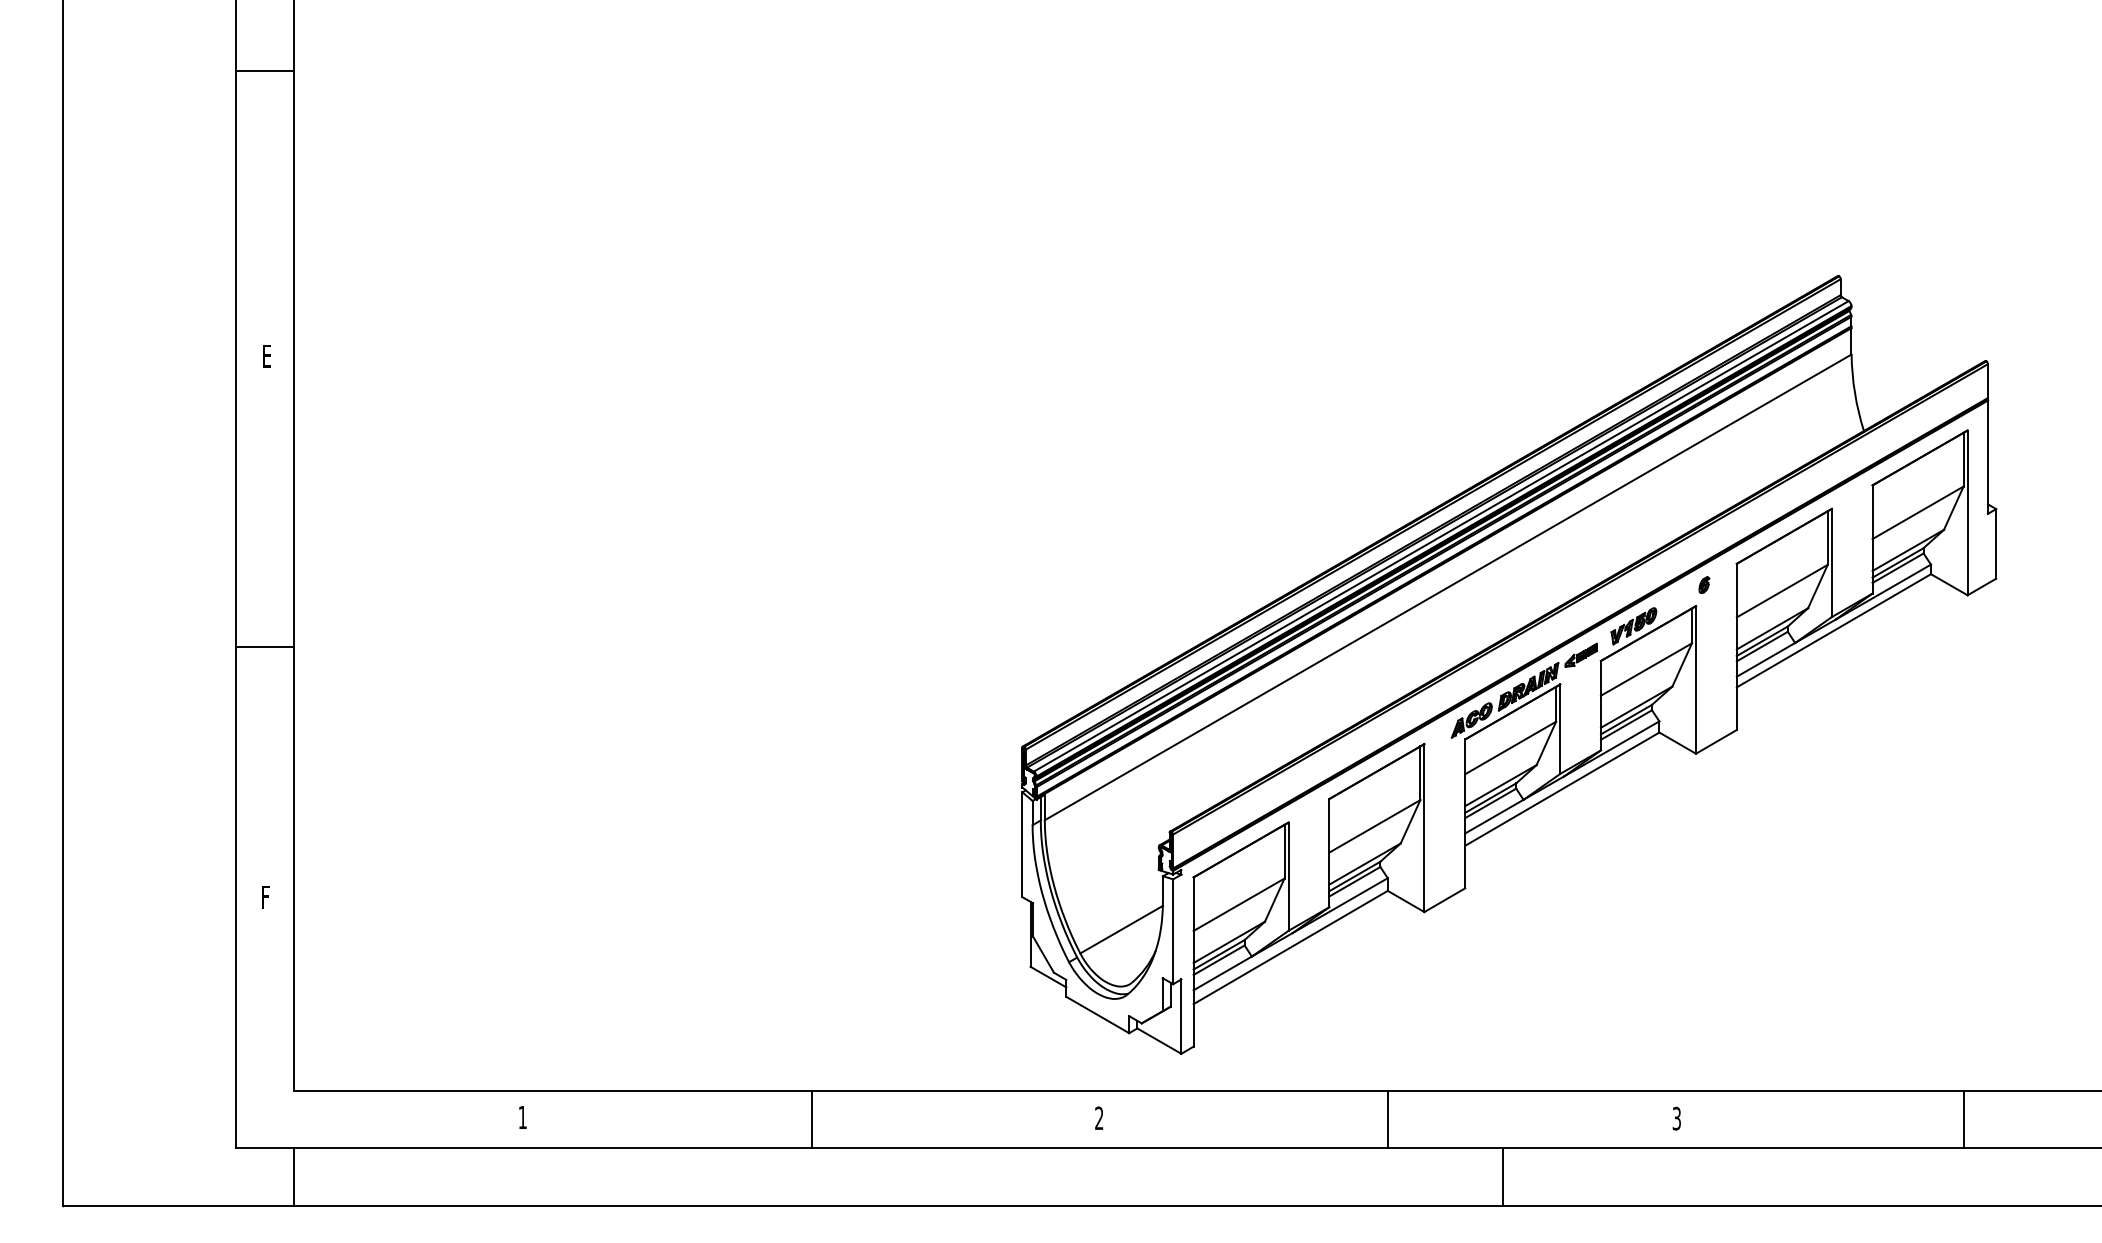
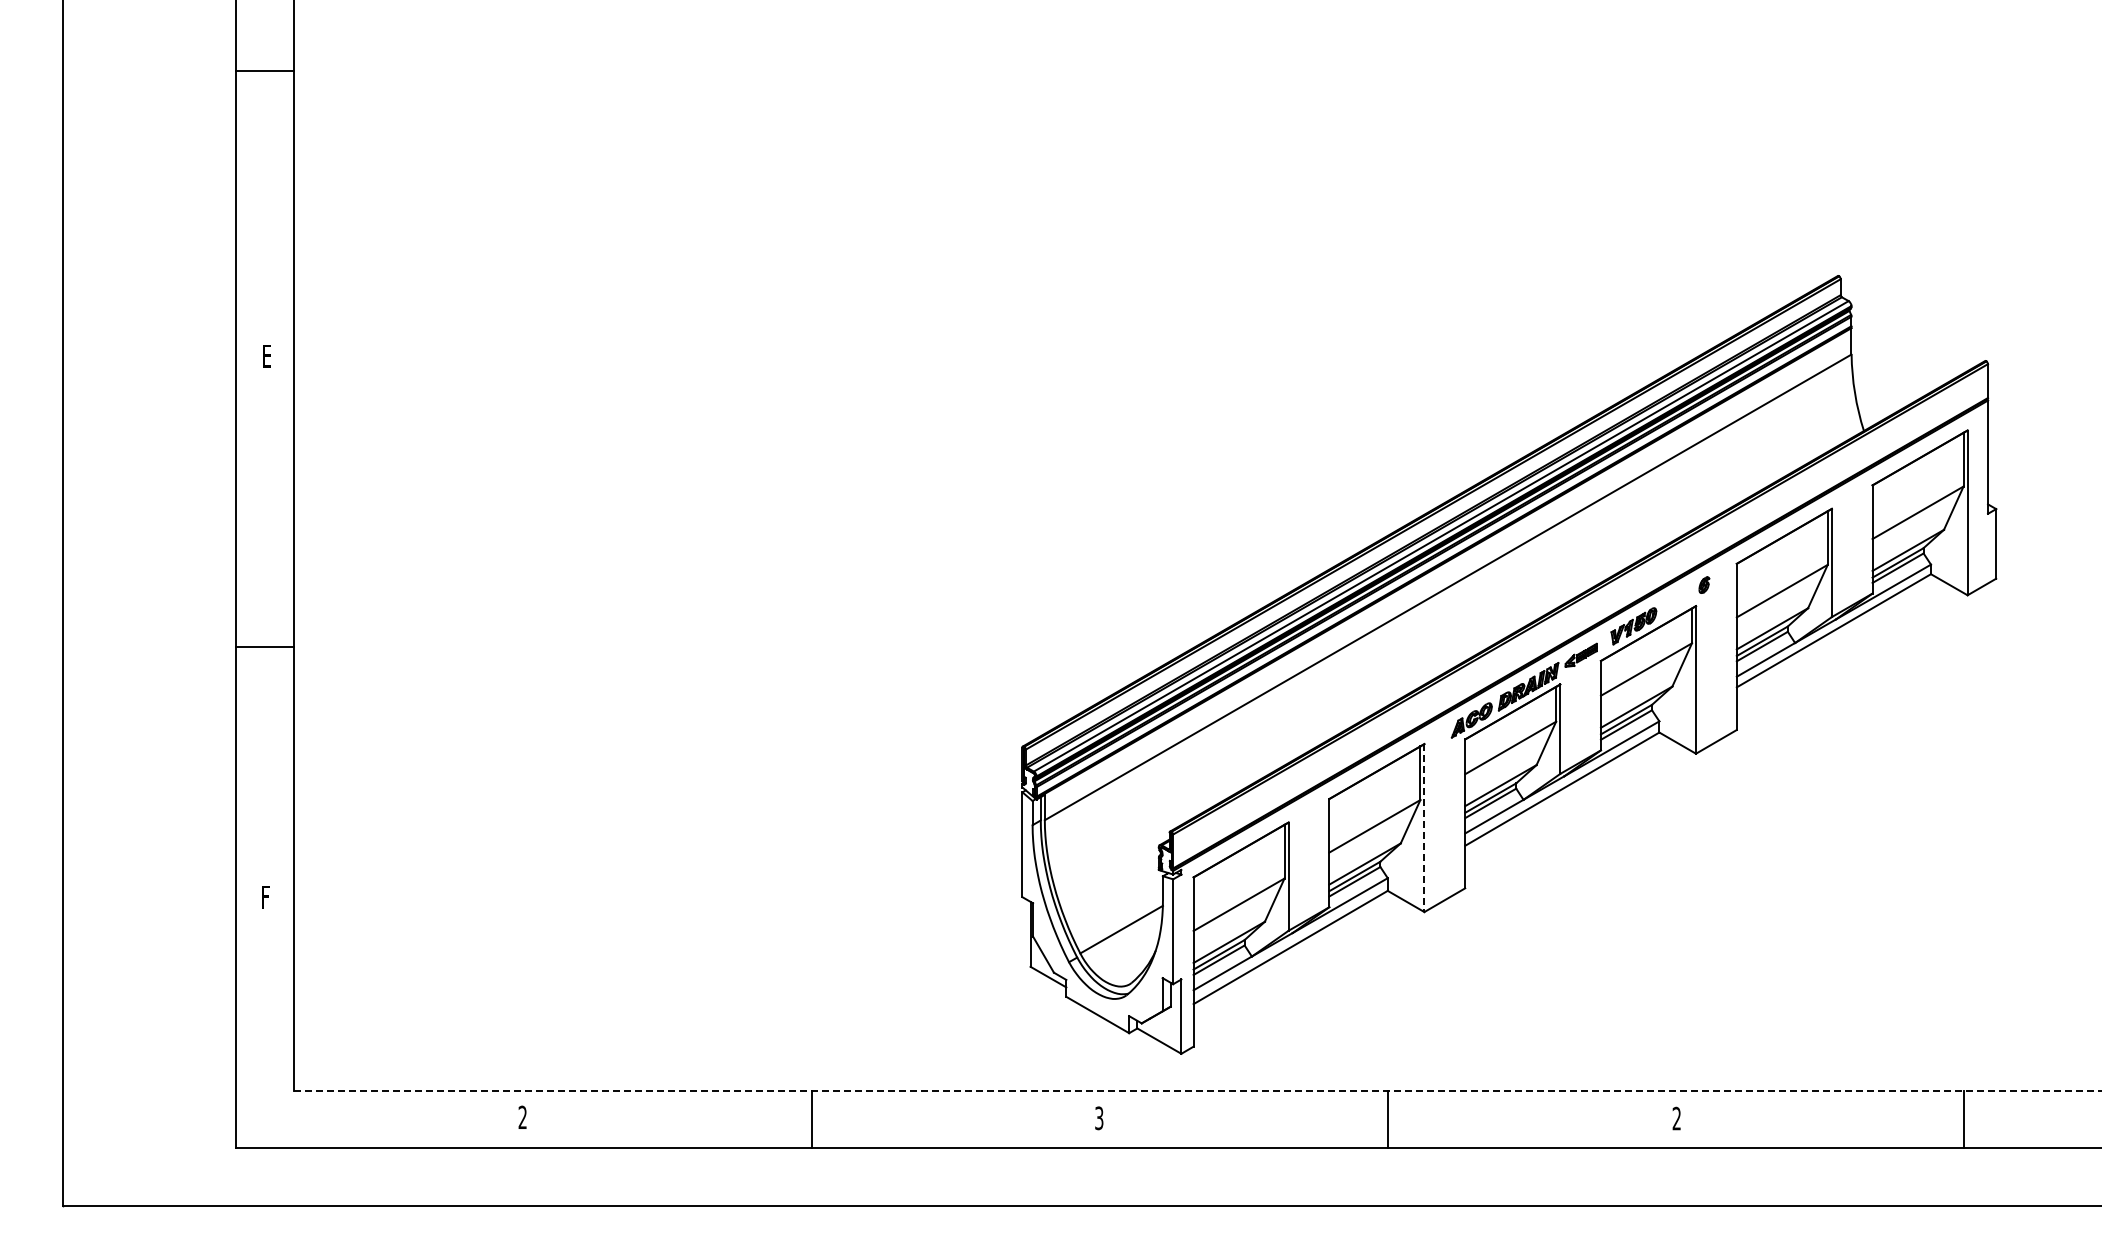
line at (1424, 828): solid -> dashed
line at (1197, 1090): solid -> dashed
text at (522, 1116): 1 -> 2
text at (1099, 1118): 2 -> 3
text at (1676, 1118): 3 -> 2
line at (293, 1176): present -> none
line at (1503, 1176): present -> none
